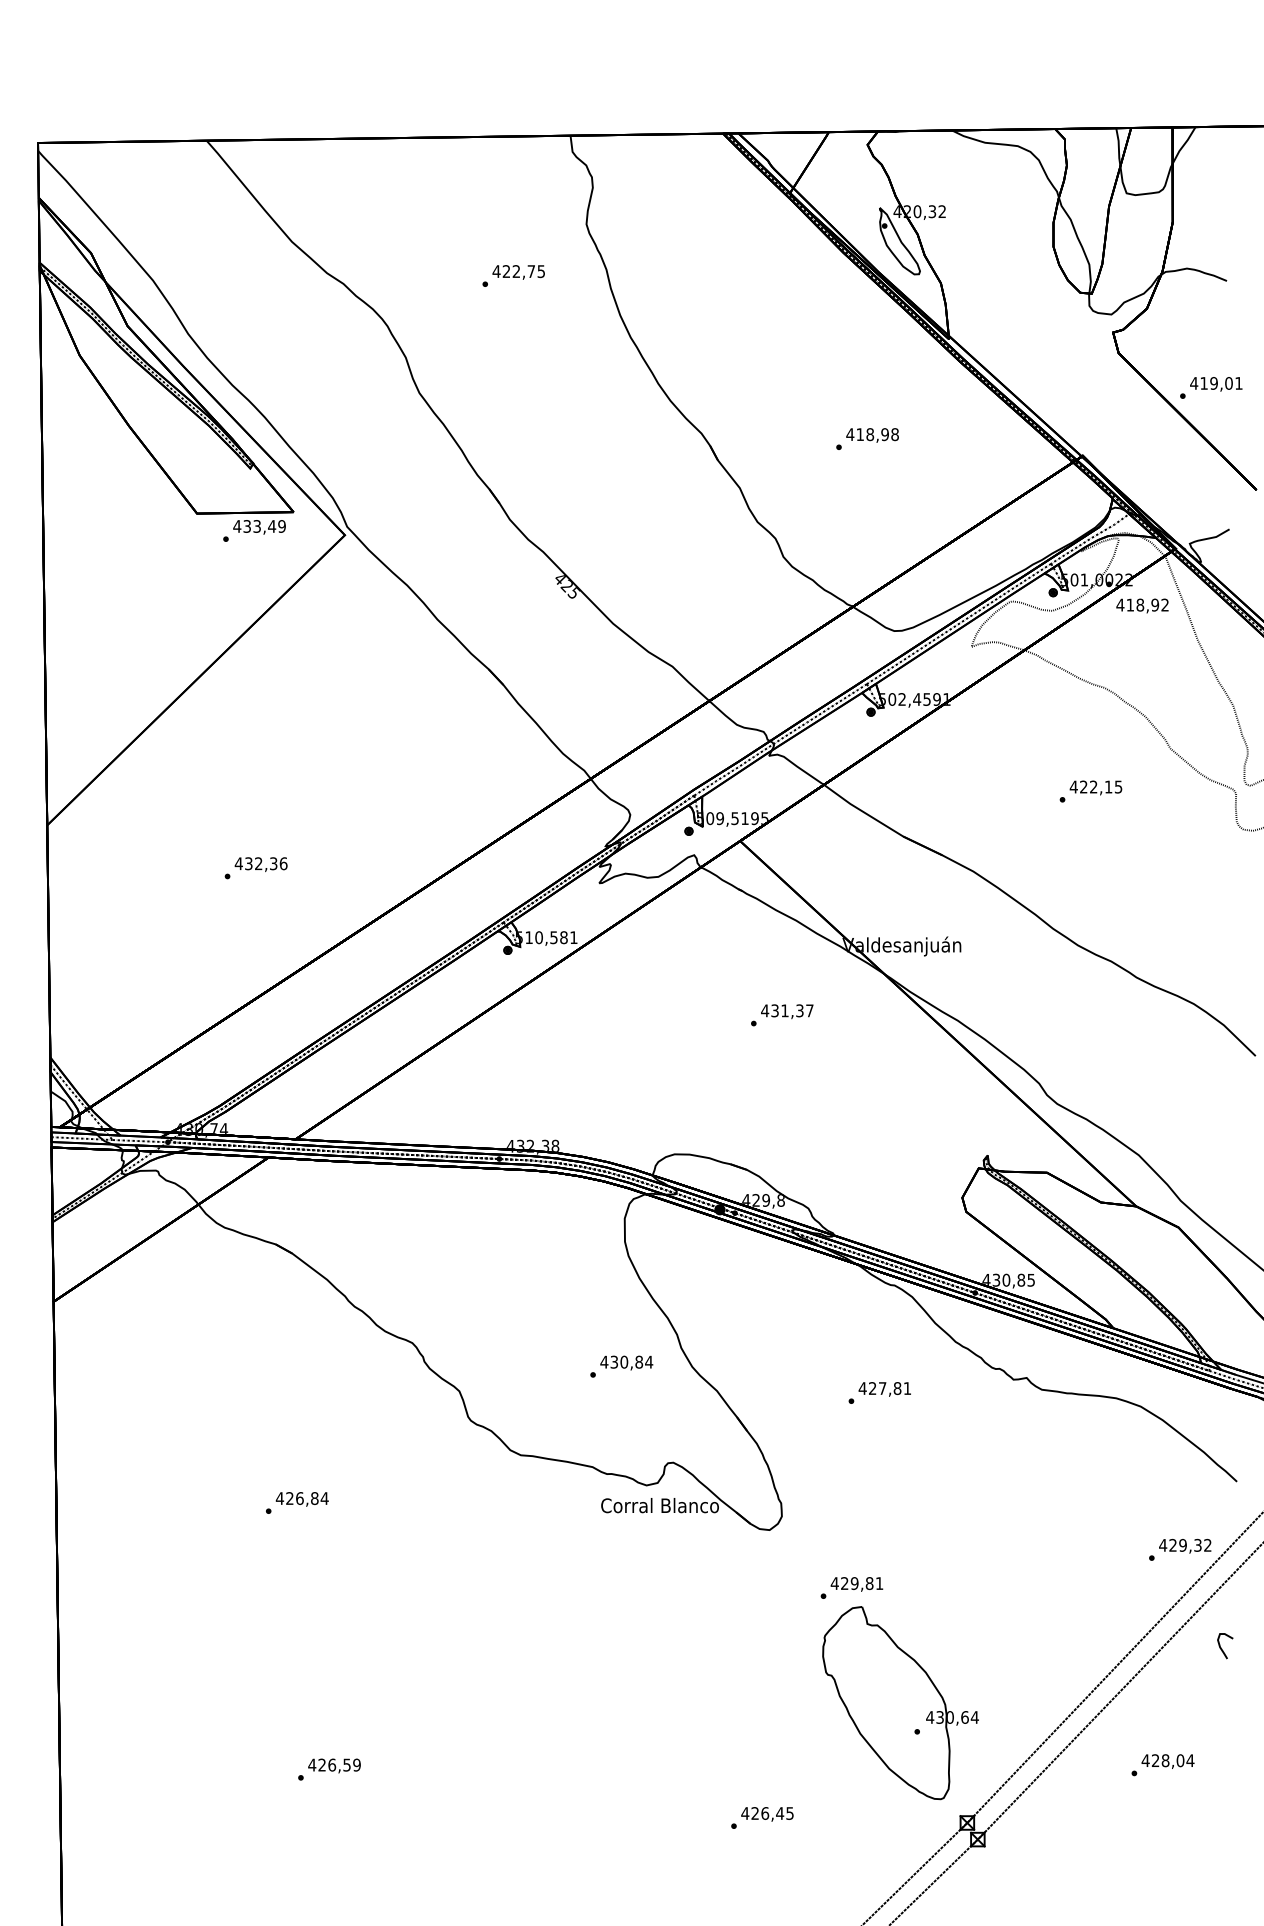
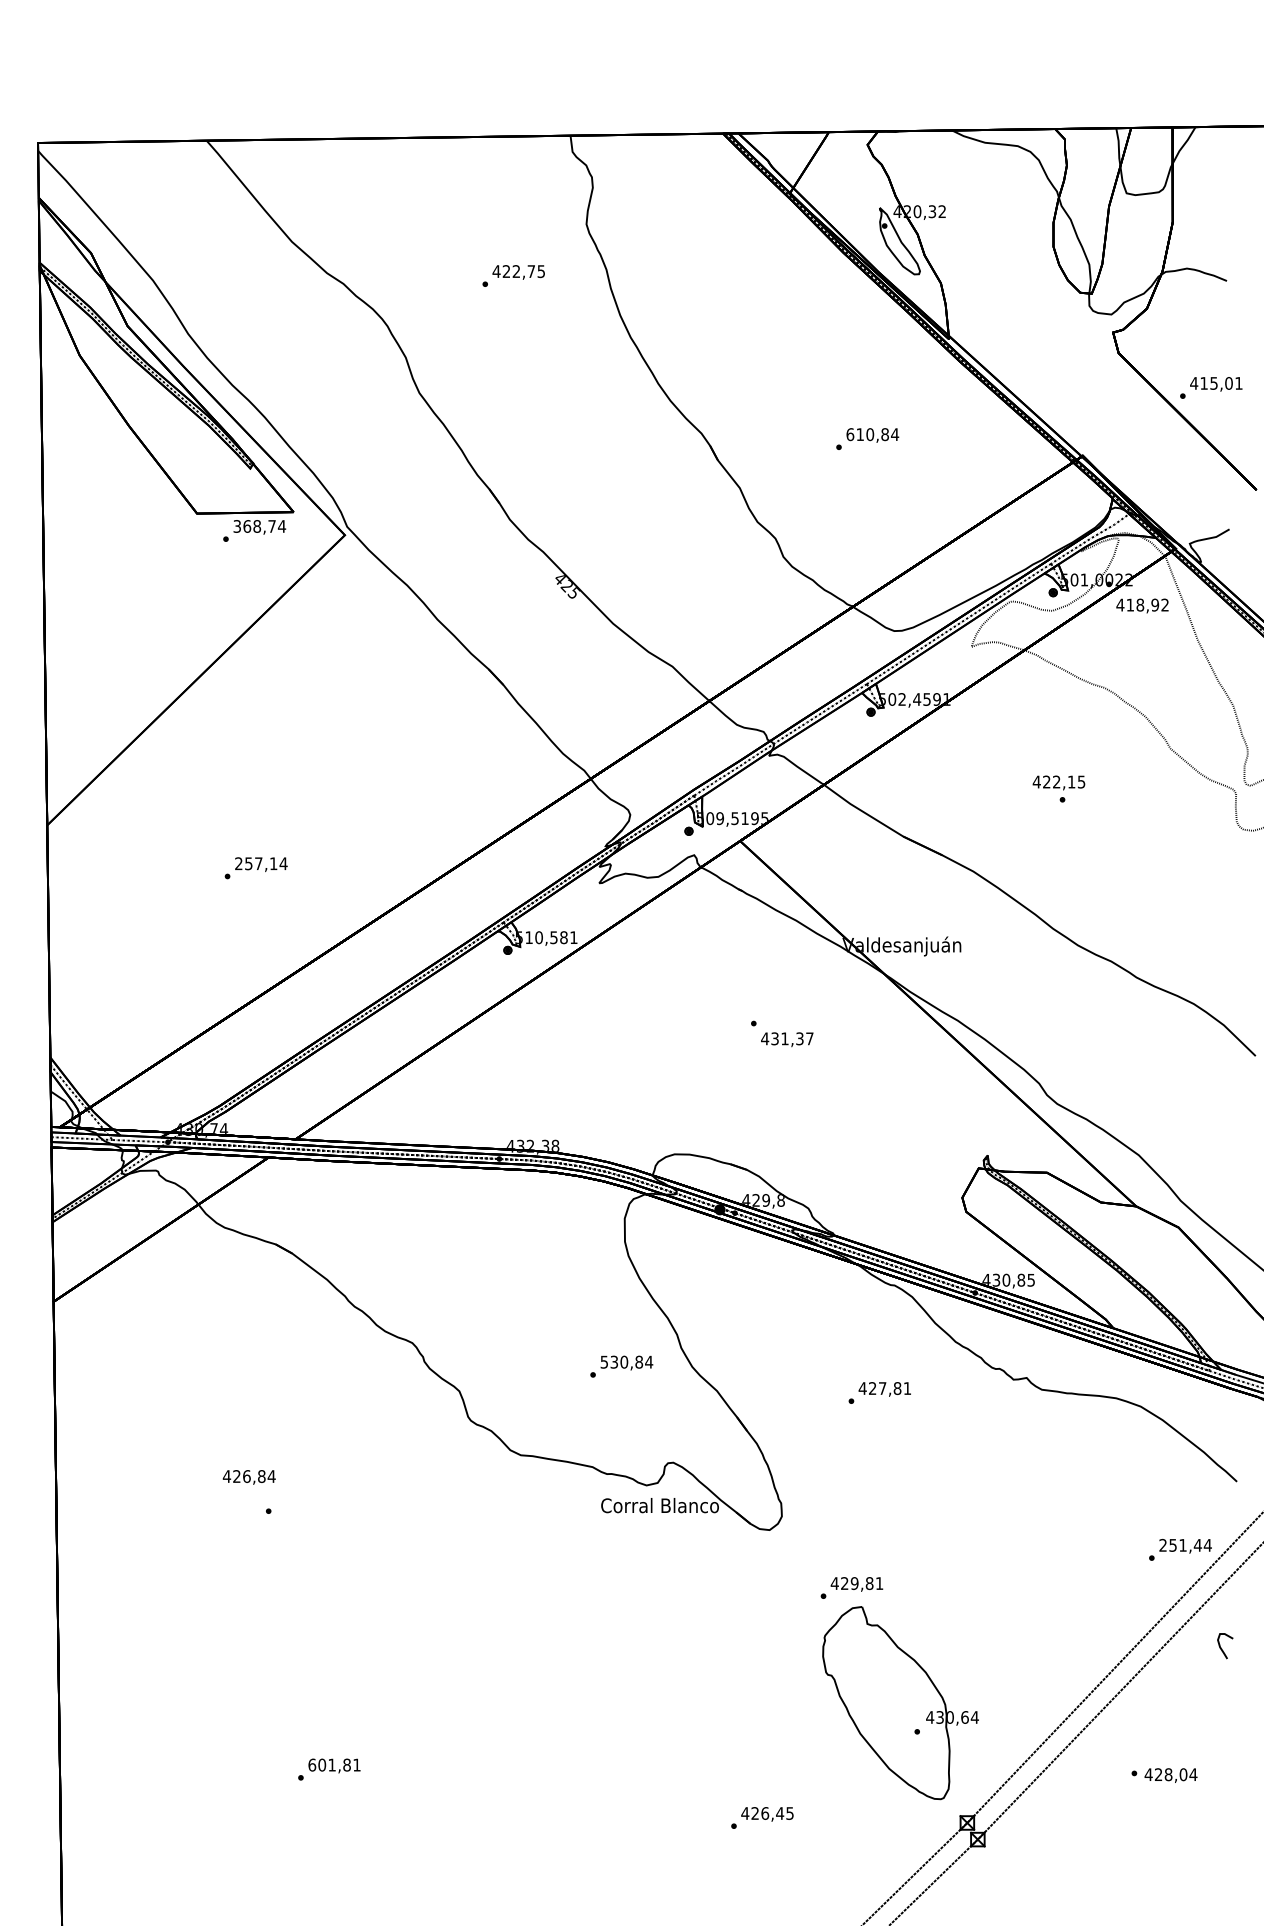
text at (1213, 383): 419,01 -> 415,01
text at (872, 434): 418,98 -> 610,84
text at (259, 526): 433,49 -> 368,74
text at (1095, 787) position: (1095, 787) -> (1058, 782)
text at (260, 863): 432,36 -> 257,14
text at (787, 1011) position: (787, 1011) -> (787, 1039)
text at (604, 1361): 430,84 -> 530,84
text at (301, 1499) position: (301, 1499) -> (248, 1477)
text at (1185, 1544): 429,32 -> 251,44
text at (1167, 1761) position: (1167, 1761) -> (1170, 1775)
text at (334, 1764): 426,59 -> 601,81
